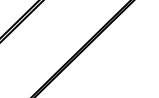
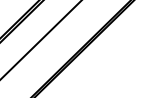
line at (40, 39): none -> present
